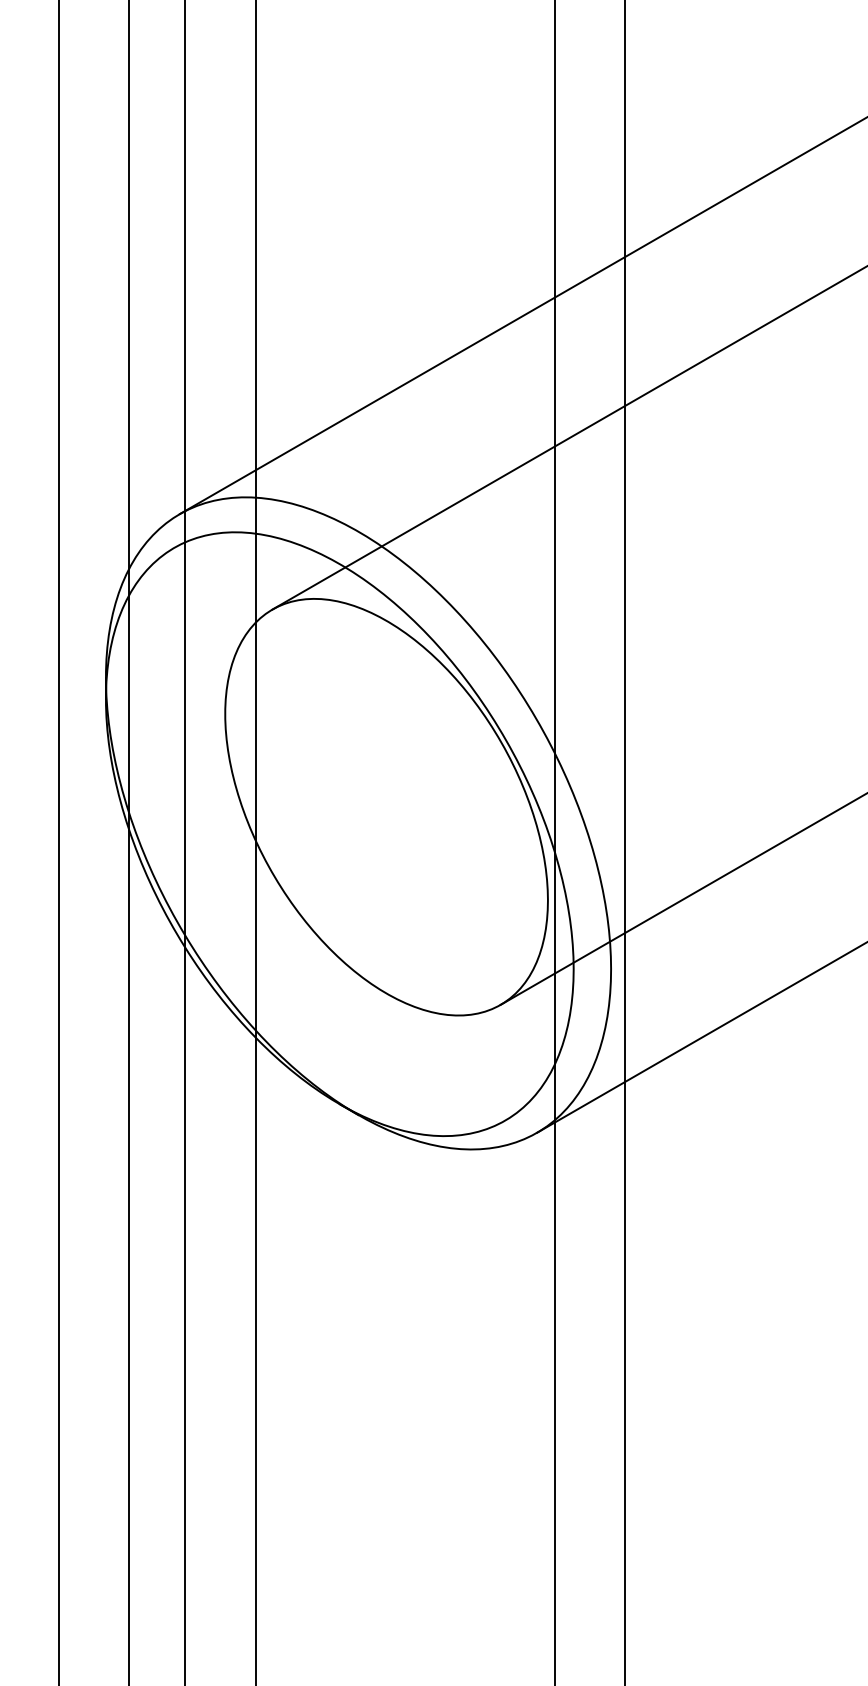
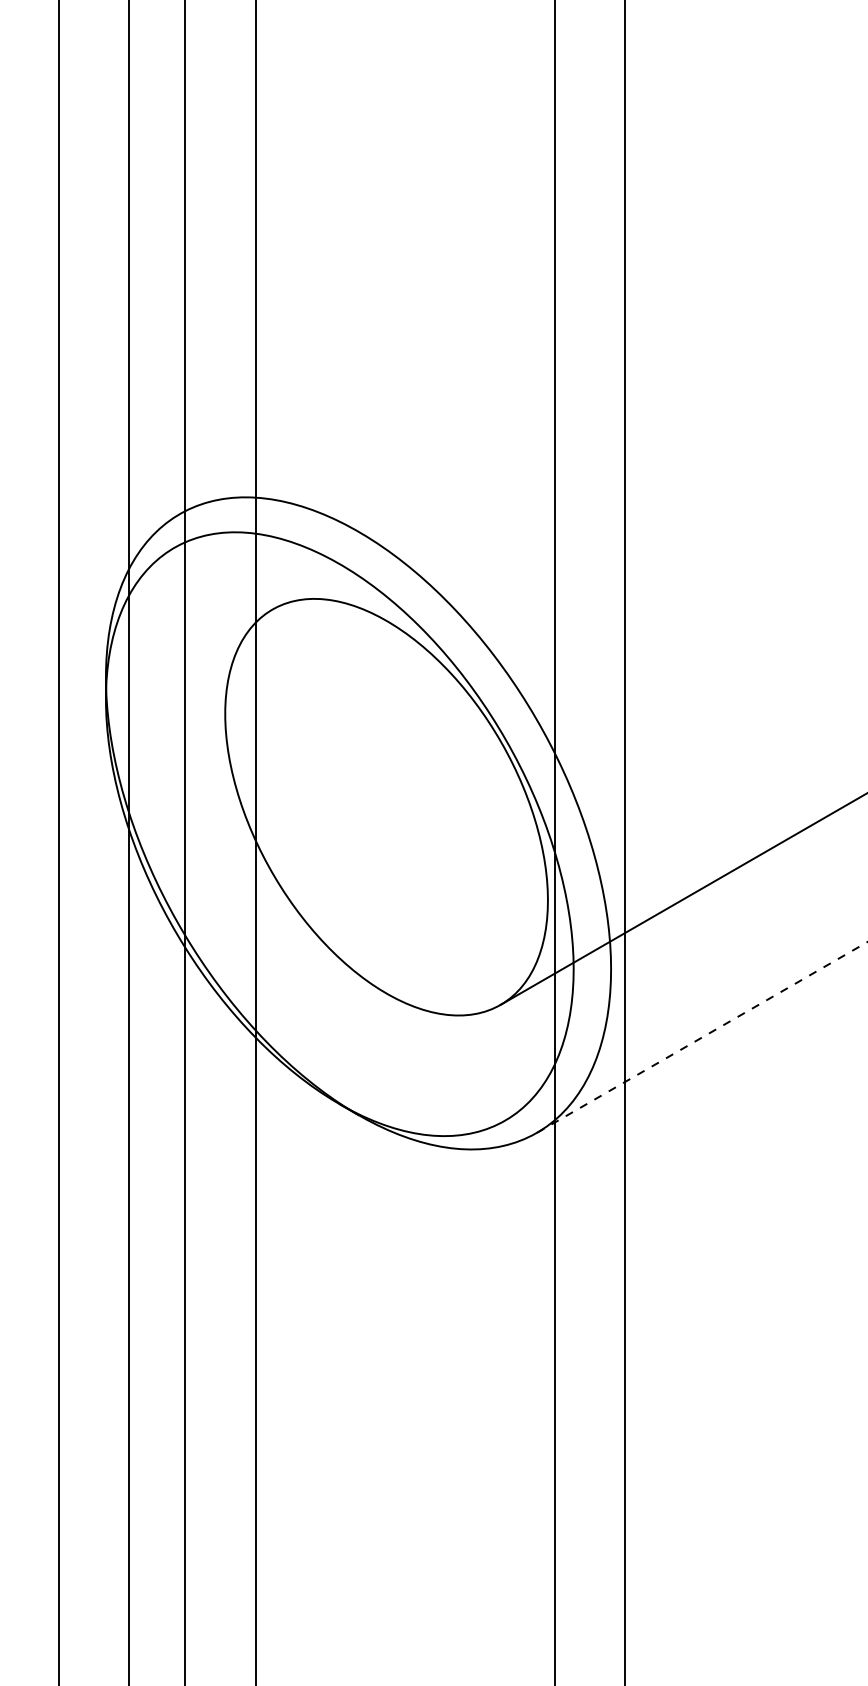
line at (521, 316): present -> none
line at (568, 438): present -> none
line at (702, 1037): solid -> dashed
